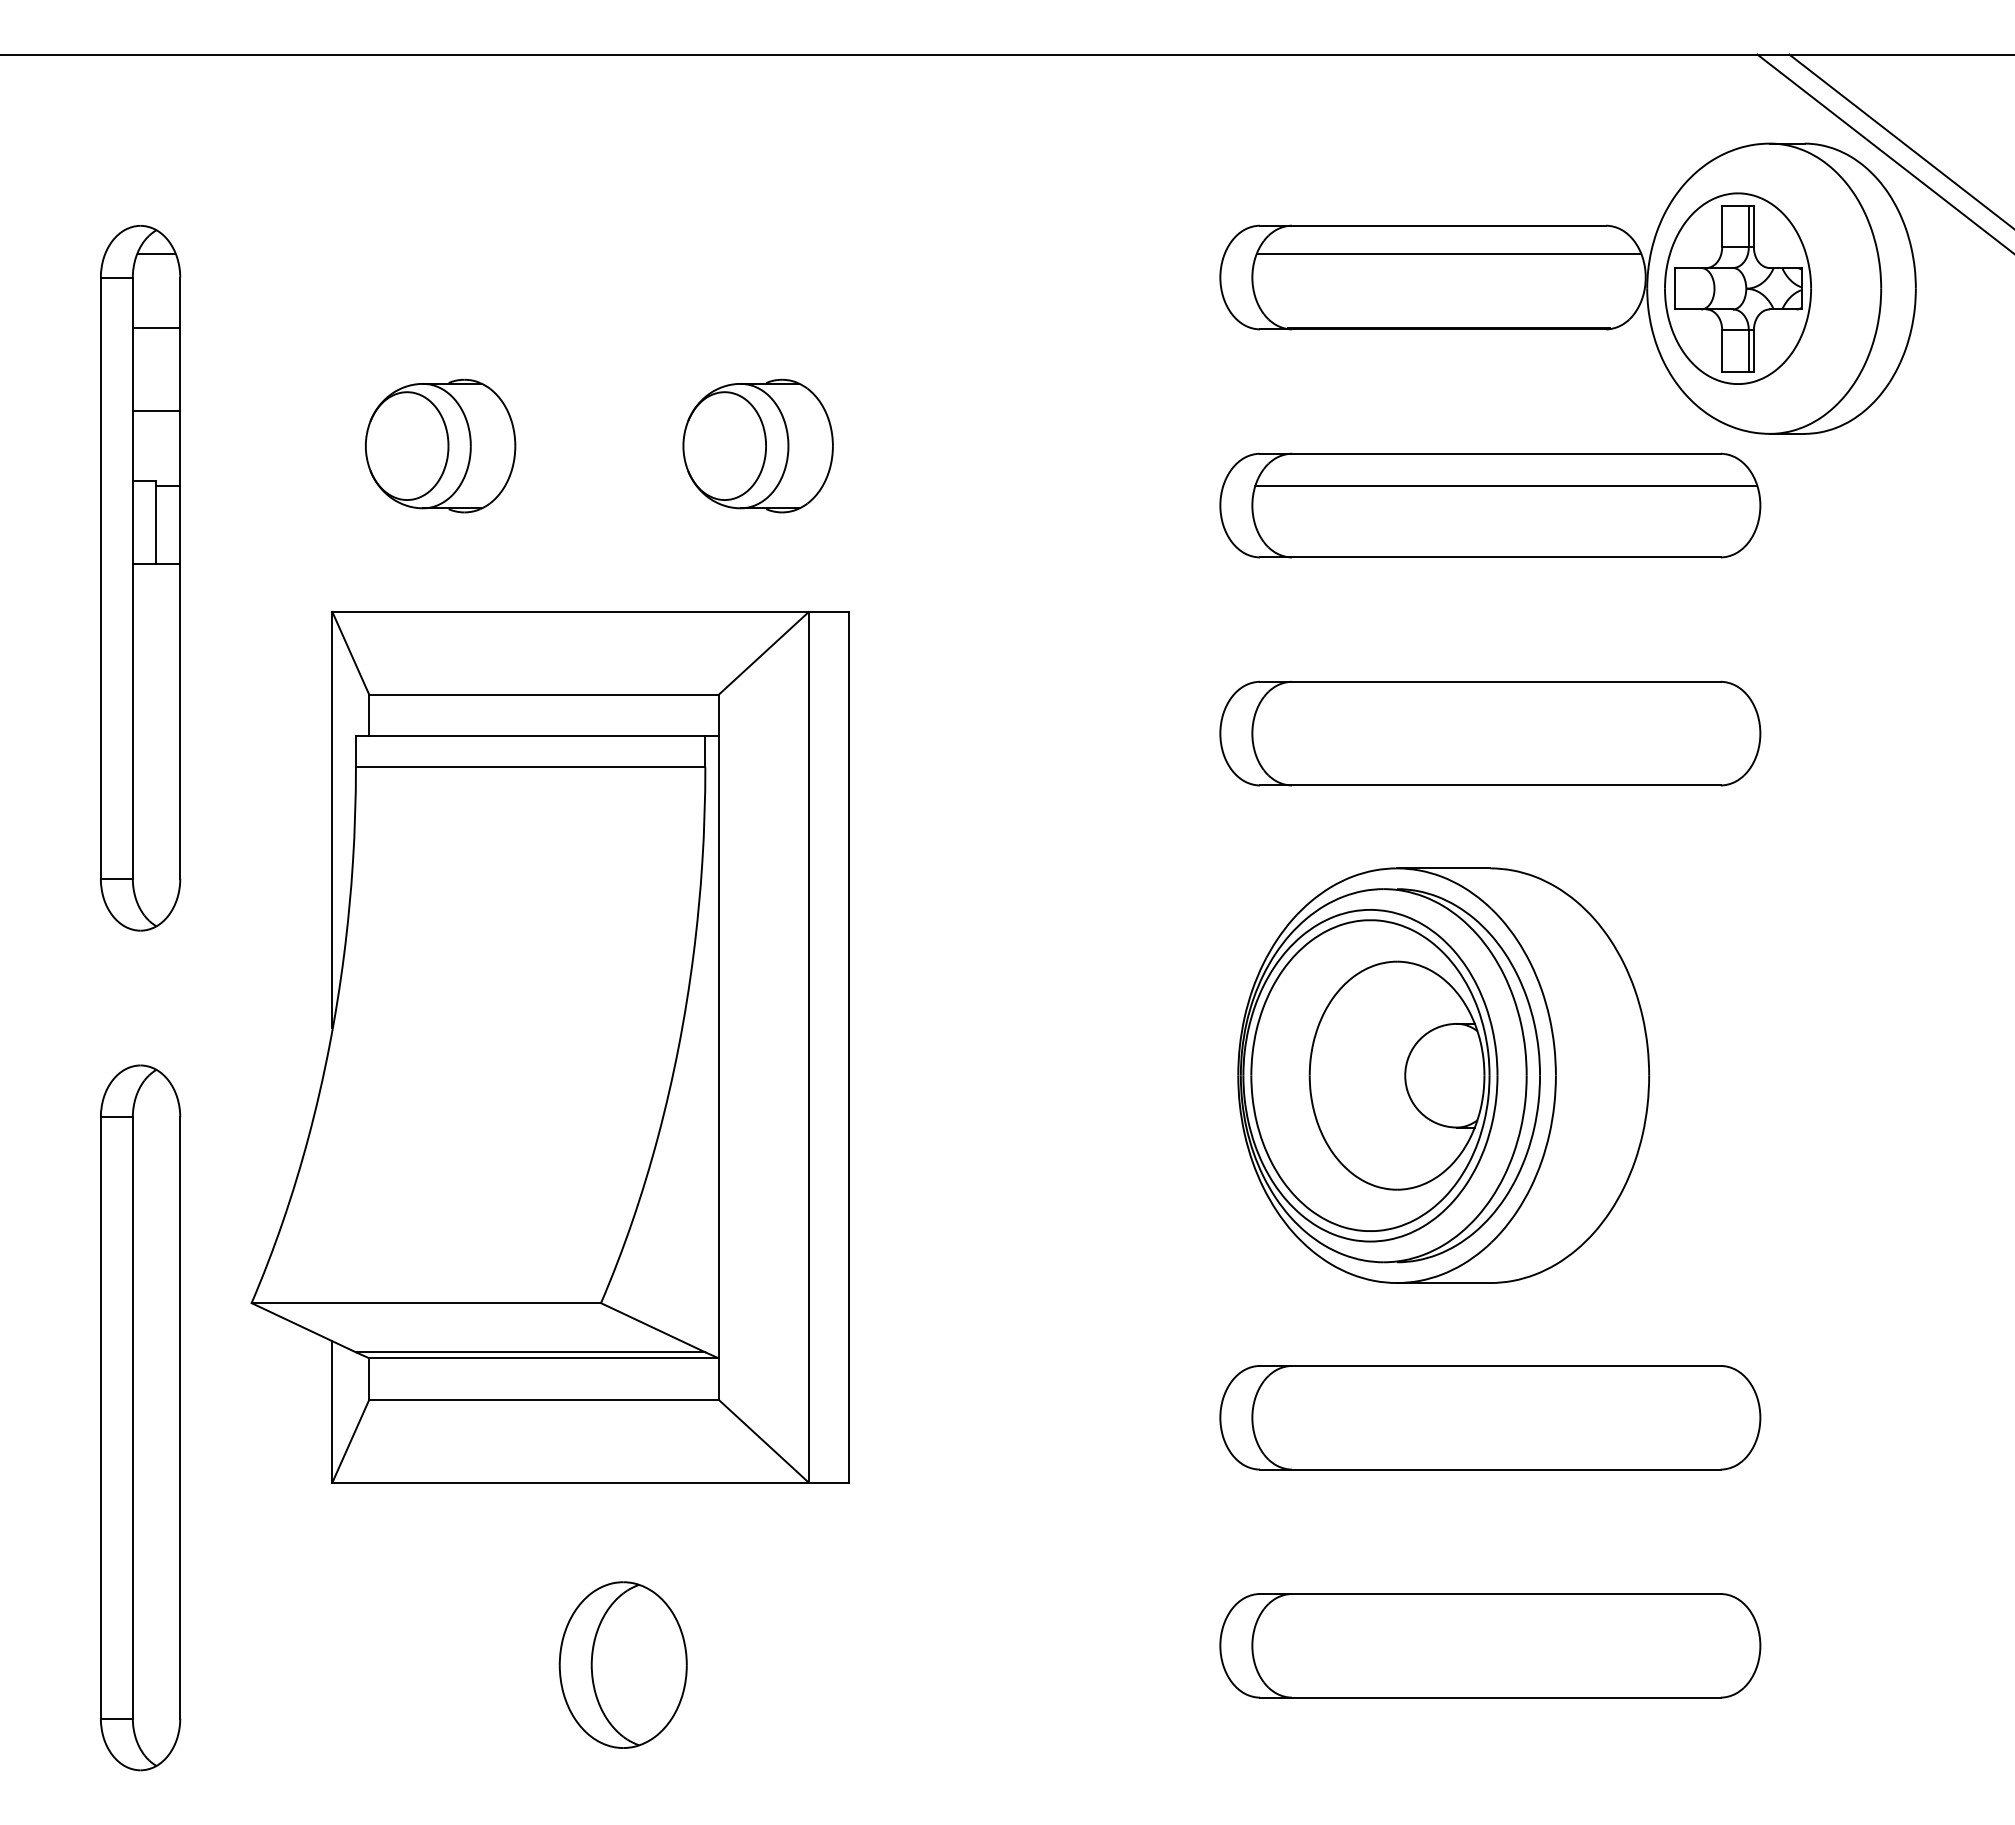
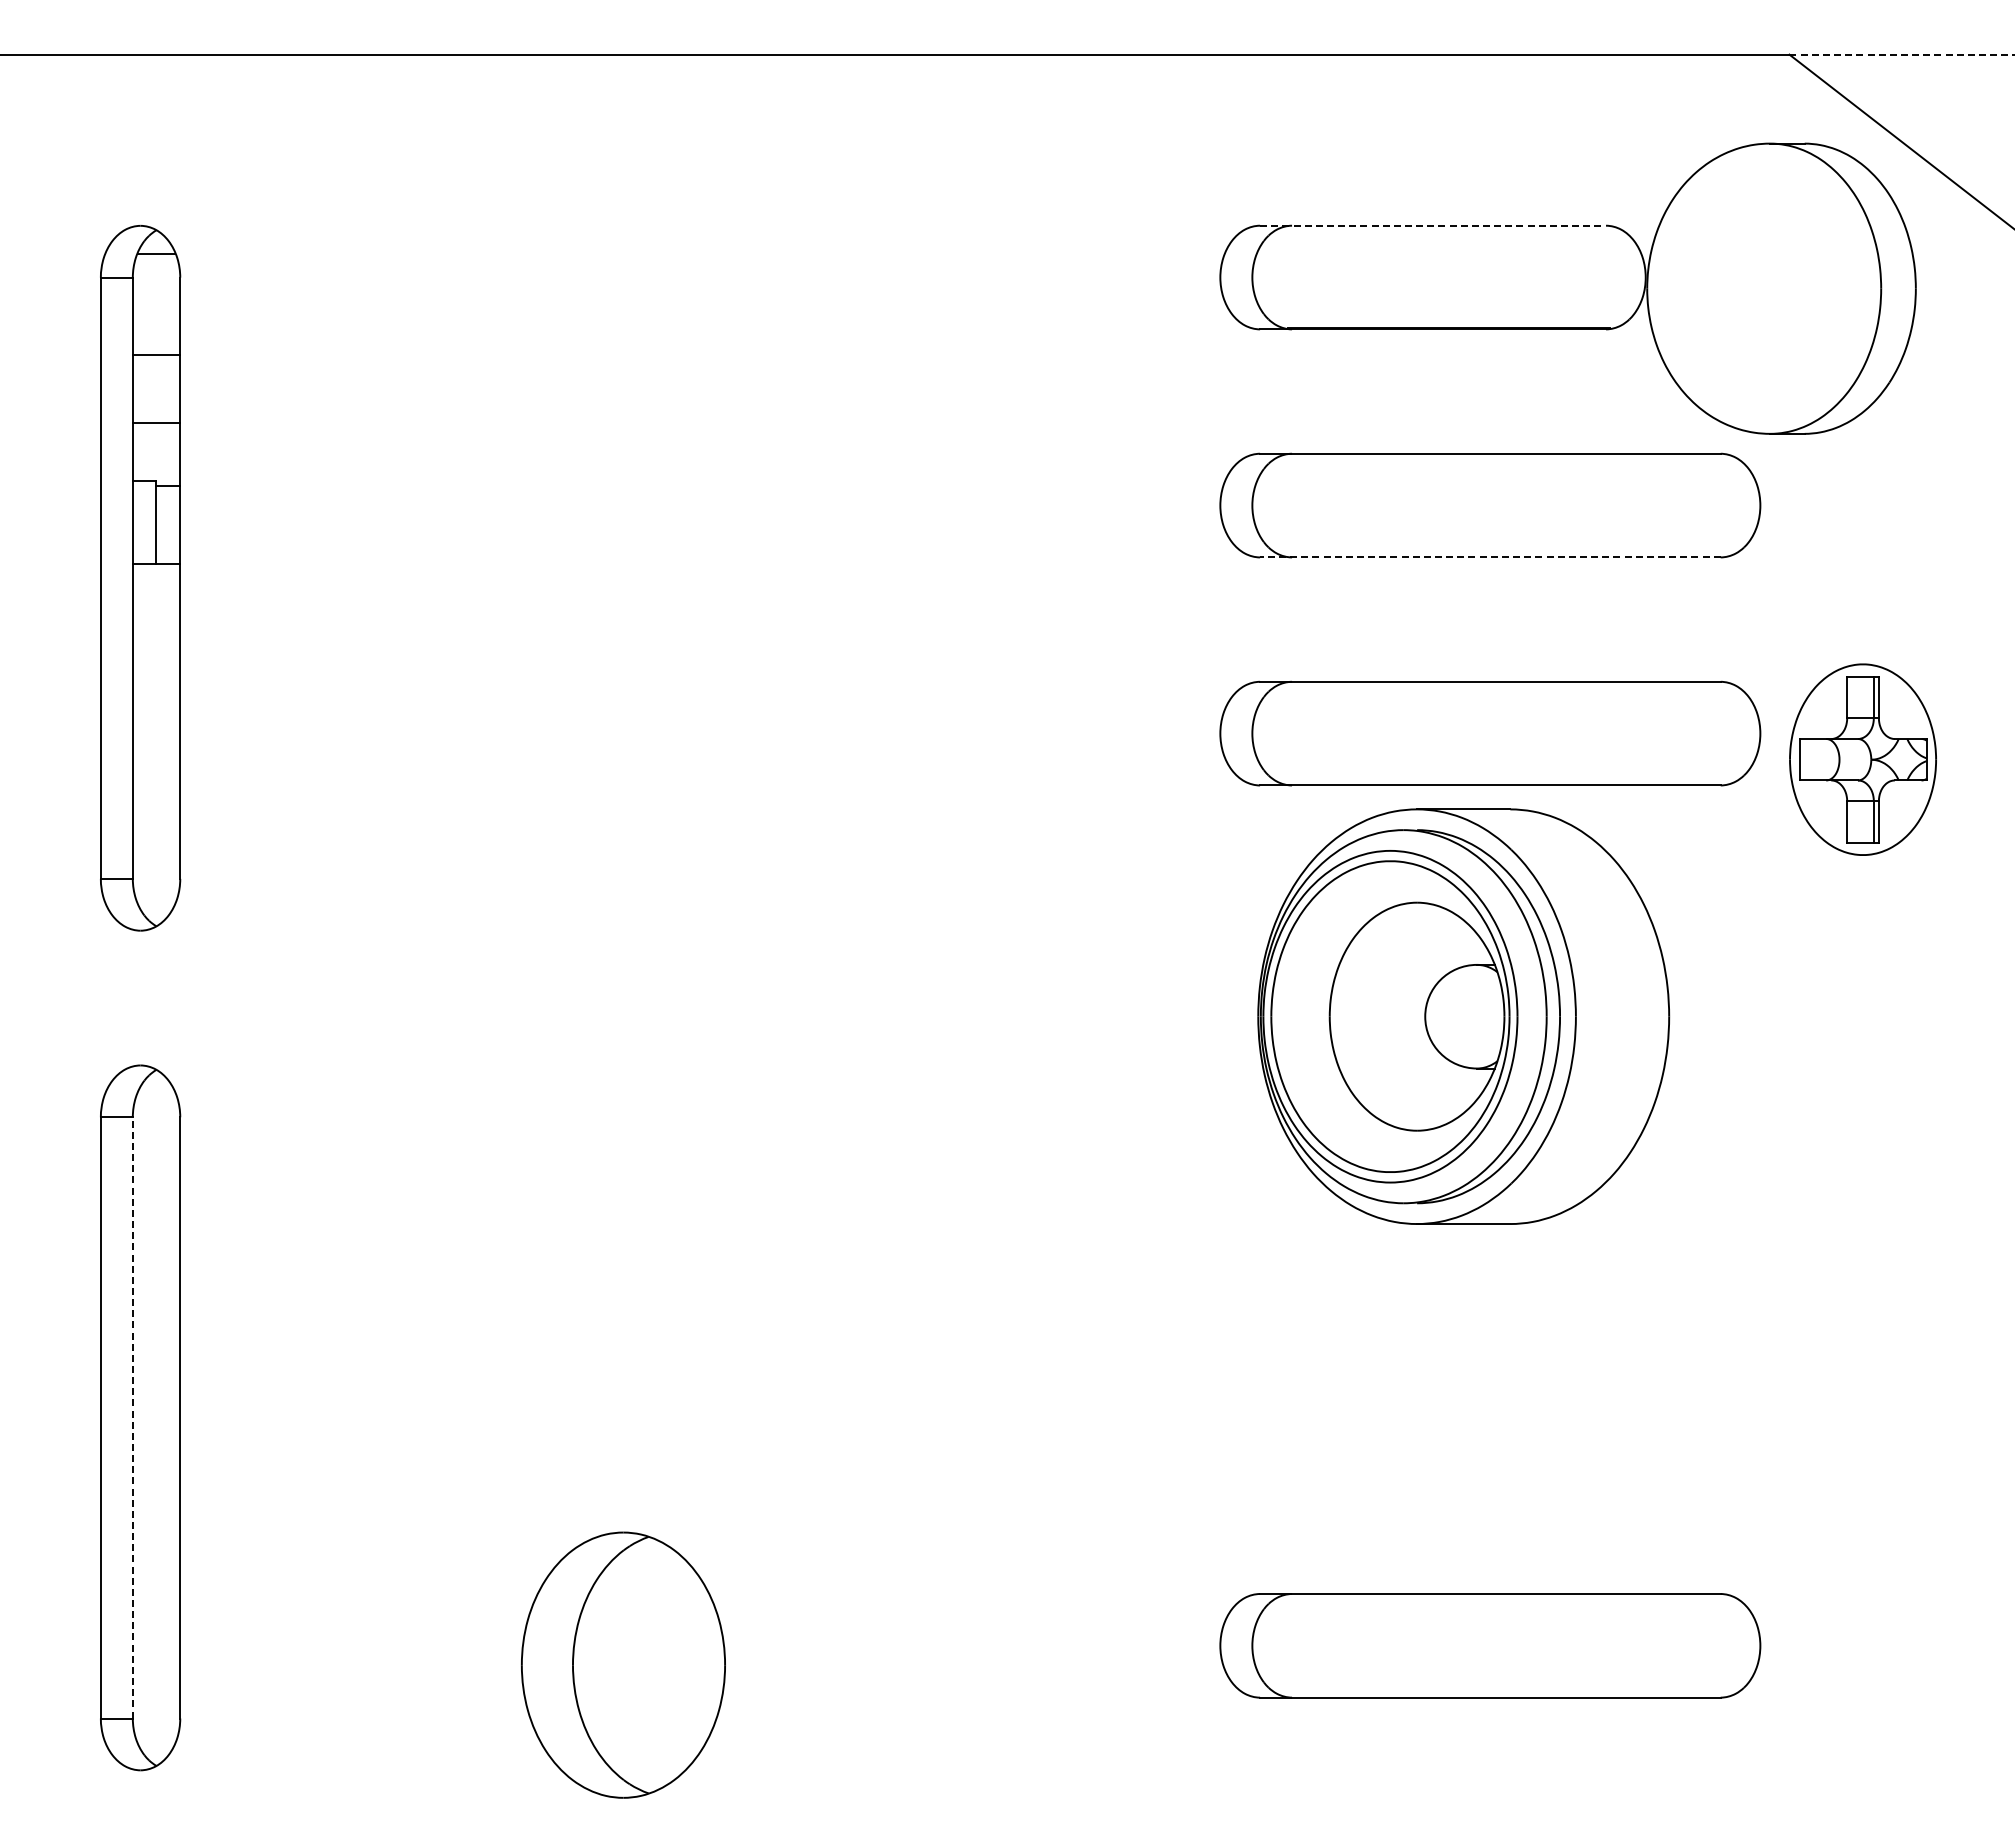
line at (1902, 54): solid -> dashed
line at (1884, 153): present -> none
line at (1433, 225): solid -> dashed
line at (1448, 253): present -> none
part at (1737, 288) position: (1737, 288) -> (1862, 759)
line at (156, 328) position: (156, 328) -> (156, 355)
line at (156, 411) position: (156, 411) -> (156, 423)
part at (440, 445): present -> none
part at (757, 445): present -> none
line at (1506, 485): present -> none
line at (1489, 557): solid -> dashed
part at (549, 1046): present -> none
part at (1443, 1075) position: (1443, 1075) -> (1463, 1016)
line at (132, 1417): solid -> dashed
part at (1490, 1417): present -> none
part at (622, 1664) size: 130x168 px -> 205x268 px
